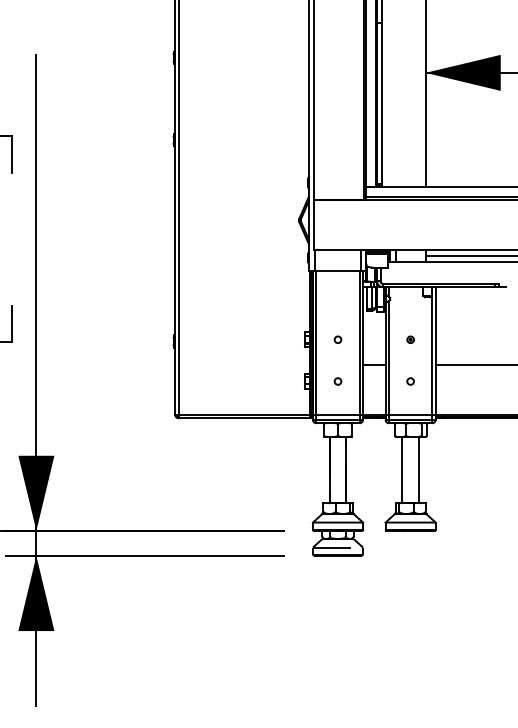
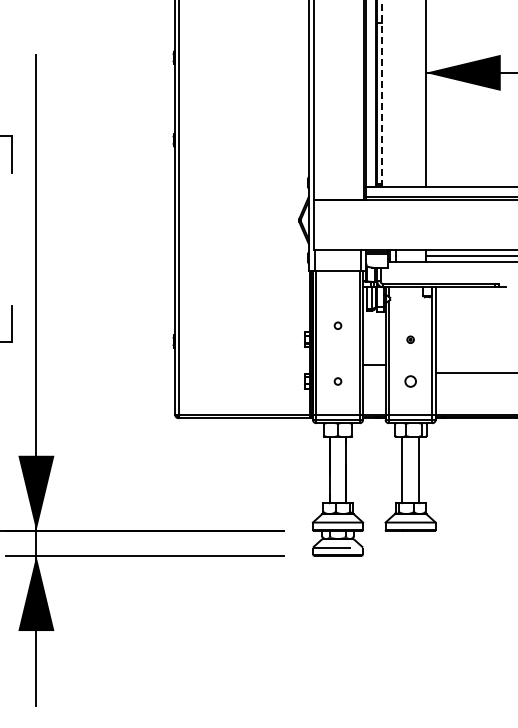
line at (382, 93): solid -> dashed
circle at (337, 339) position: (337, 339) -> (337, 325)
line at (474, 364) position: (474, 364) -> (474, 372)
circle at (410, 381) size: 9x9 px -> 13x13 px
